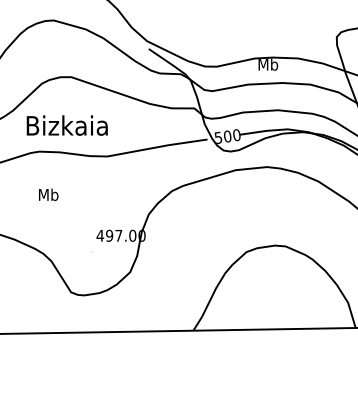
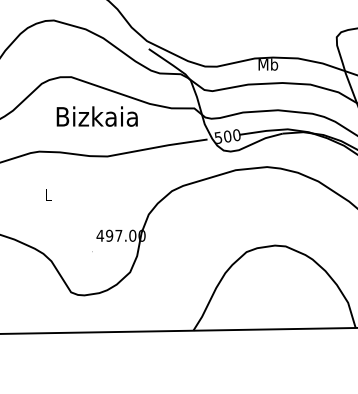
text at (66, 125) position: (66, 125) -> (96, 116)
text at (48, 194): Mb -> L
